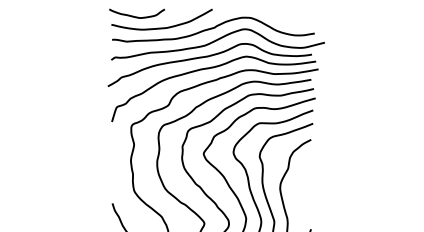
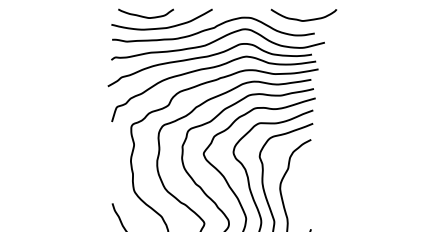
curve at (136, 16) position: (136, 16) -> (145, 16)
curve at (301, 19): none -> present
